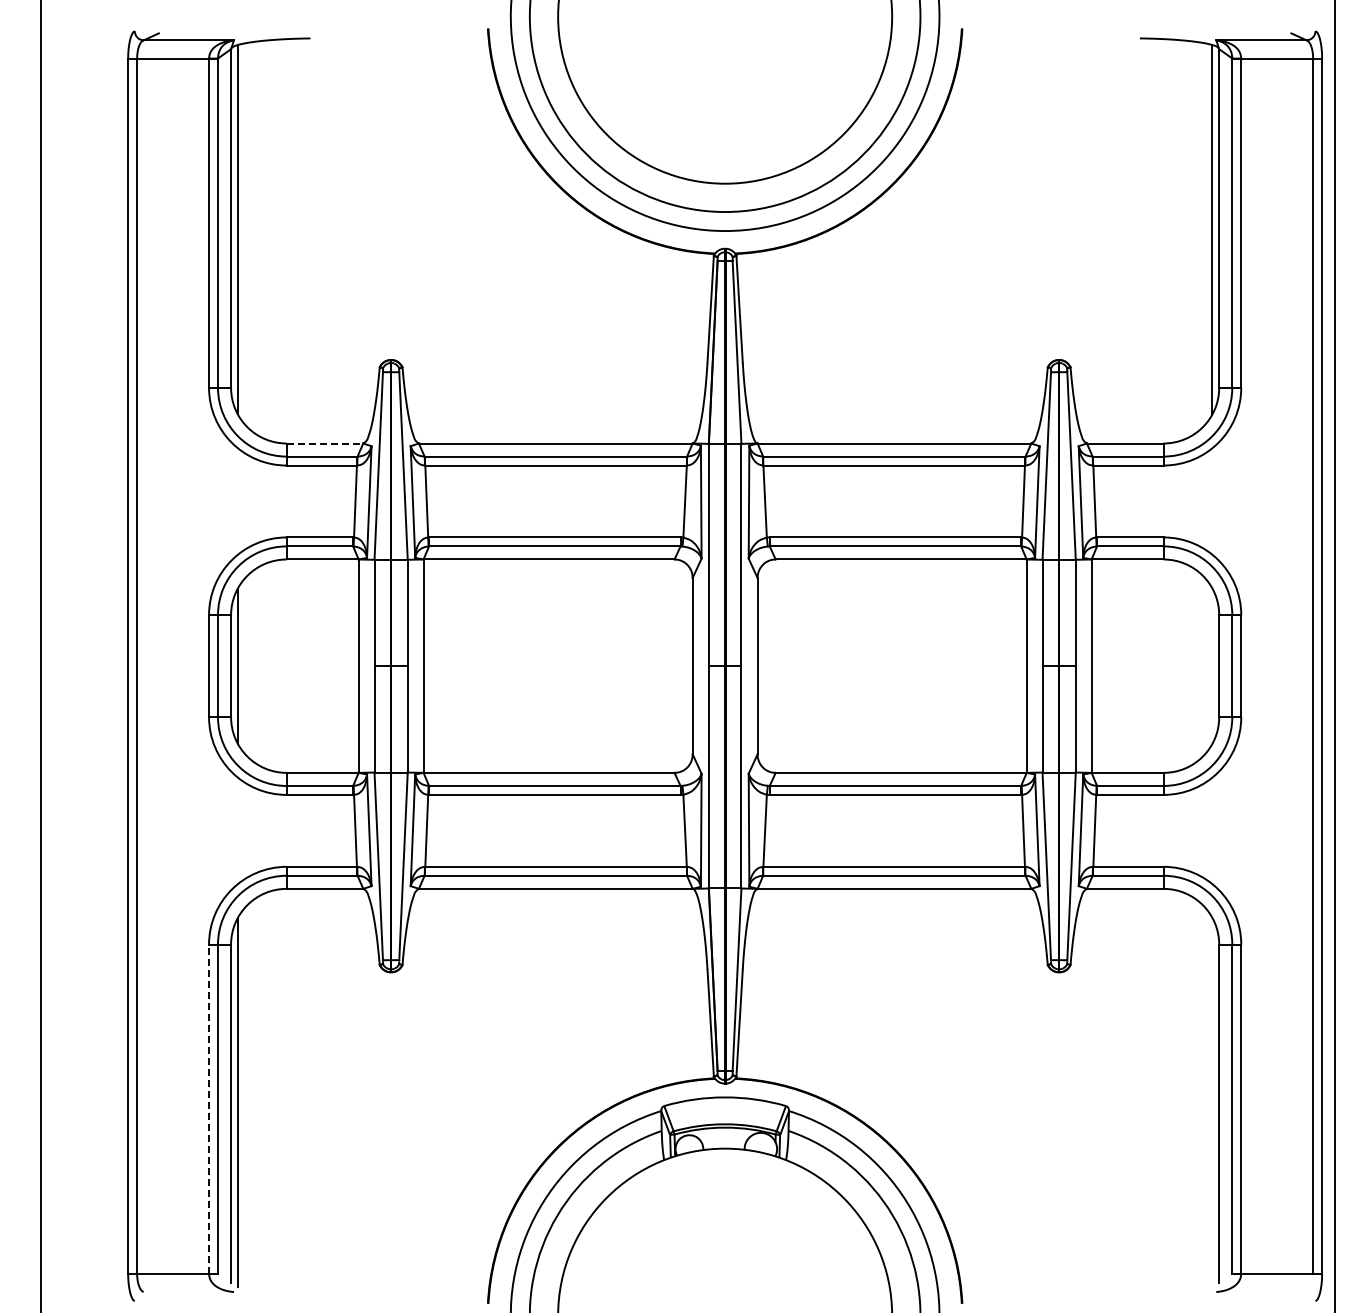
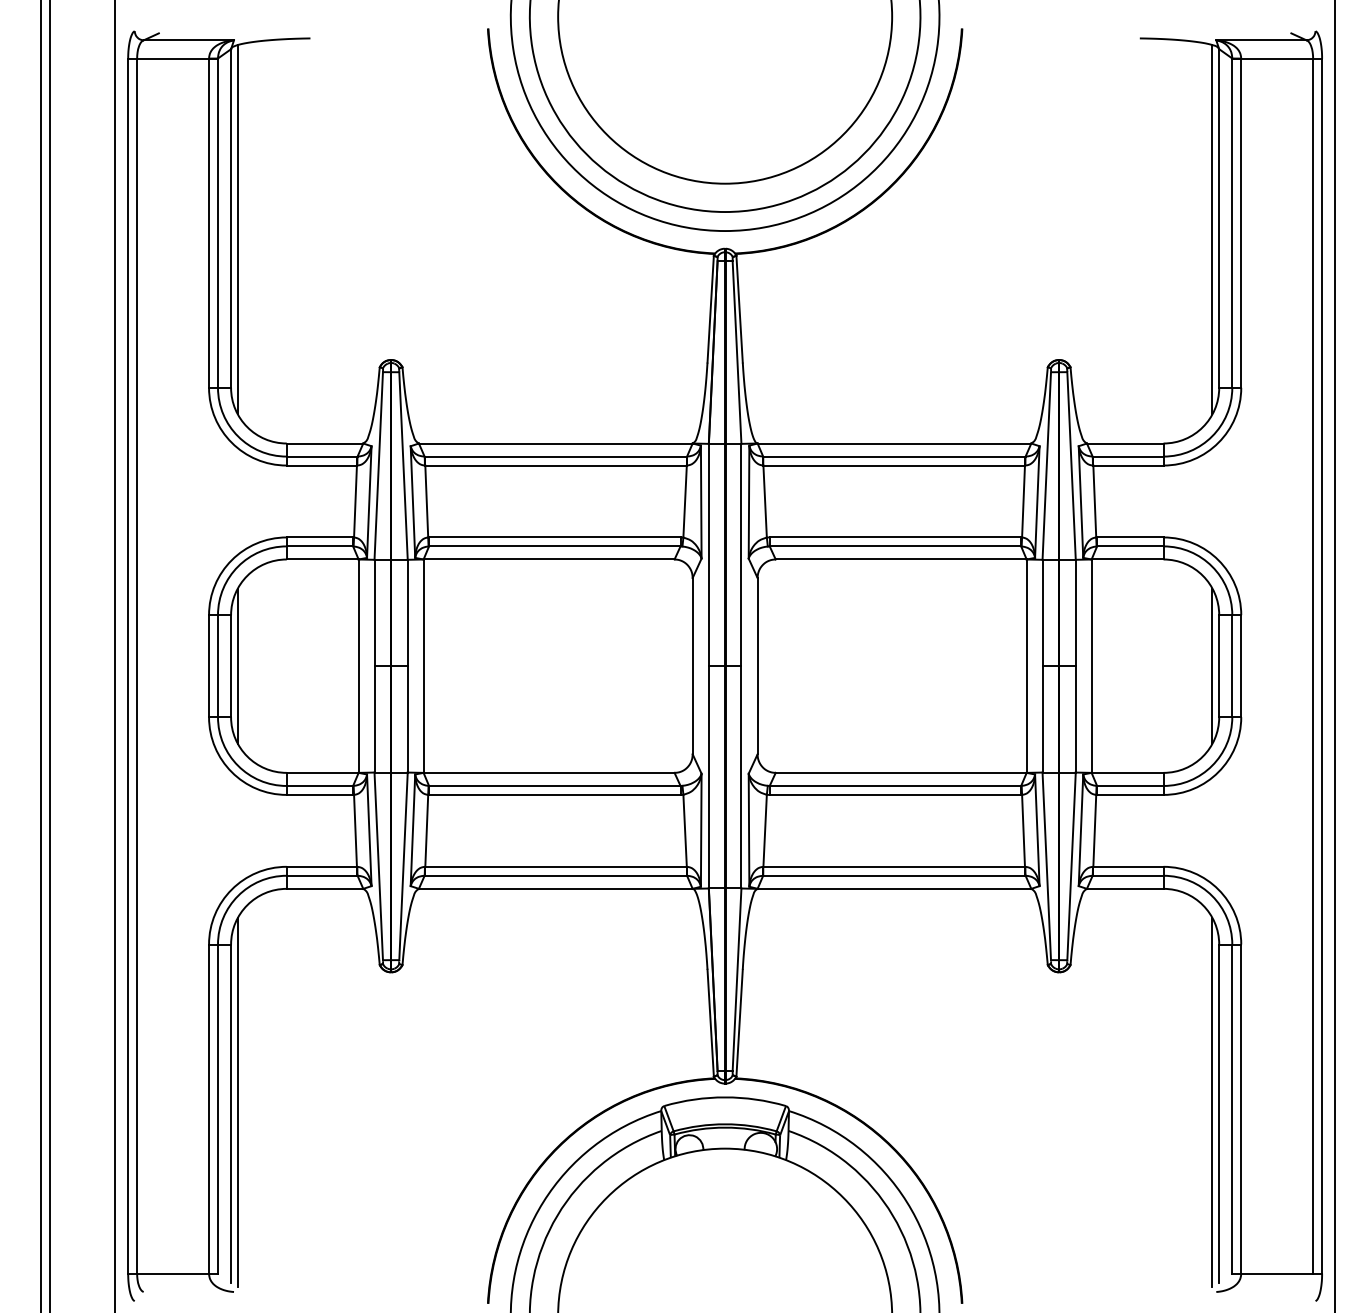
line at (325, 443): dashed -> solid
line at (50, 655): none -> present
line at (115, 655): none -> present
line at (1212, 665): none -> present
line at (1212, 1102): none -> present
line at (209, 1109): dashed -> solid
